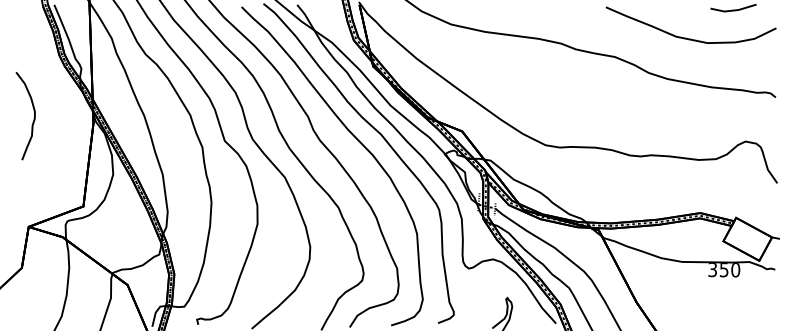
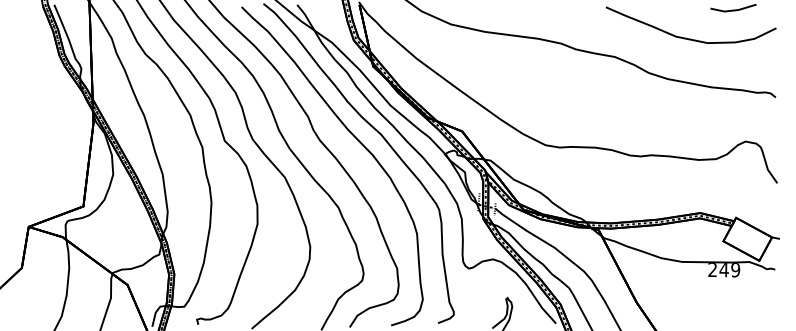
curve at (33, 118): present -> none
text at (723, 270): 350 -> 249
